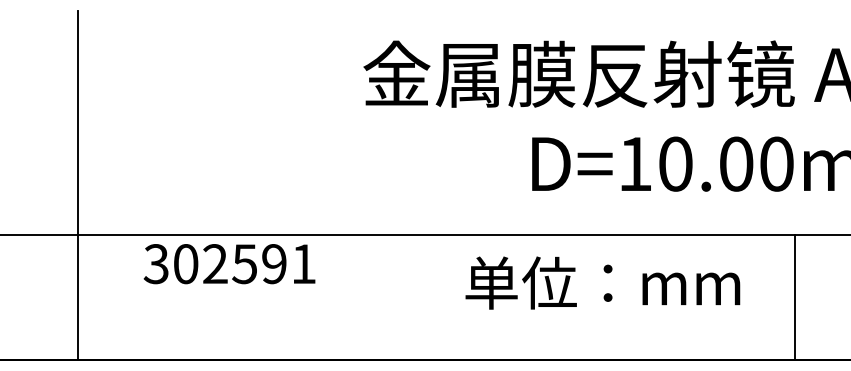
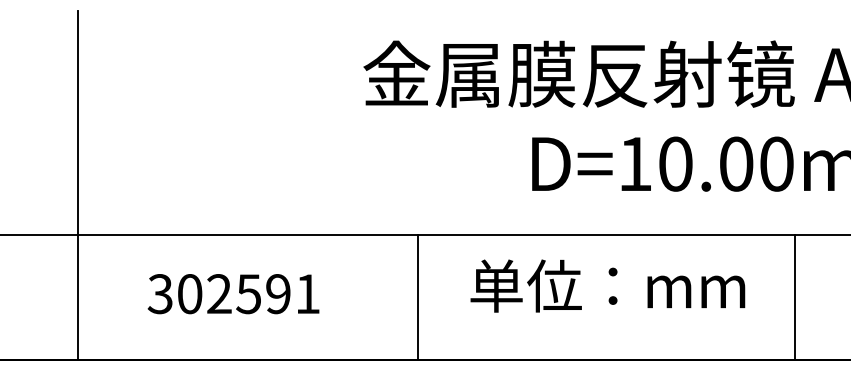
text at (229, 264) position: (229, 264) -> (233, 294)
text at (602, 282) position: (602, 282) -> (607, 285)
line at (418, 297): none -> present
